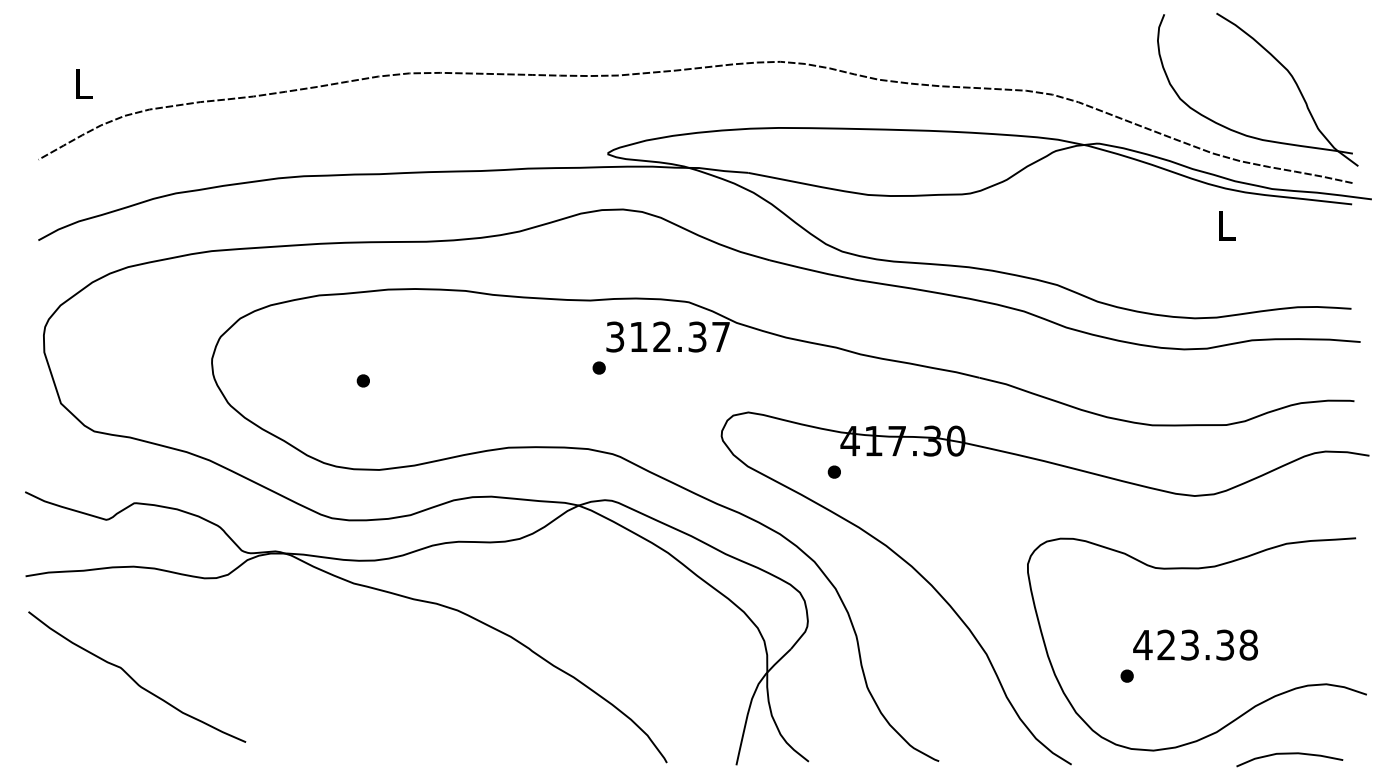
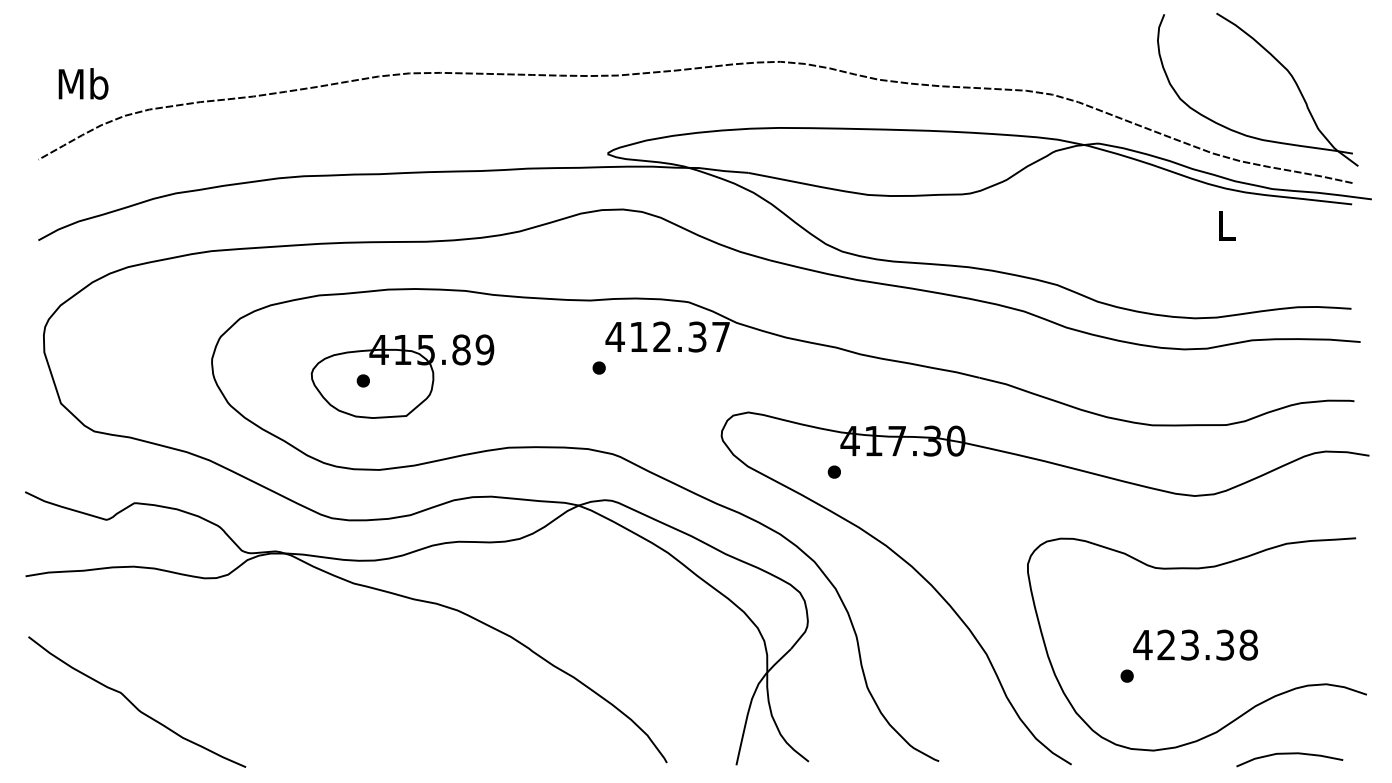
text at (83, 83): L -> Mb
text at (614, 336): 312.37 -> 412.37
part at (402, 376): none -> present
curve at (134, 679) position: (134, 679) -> (134, 704)
